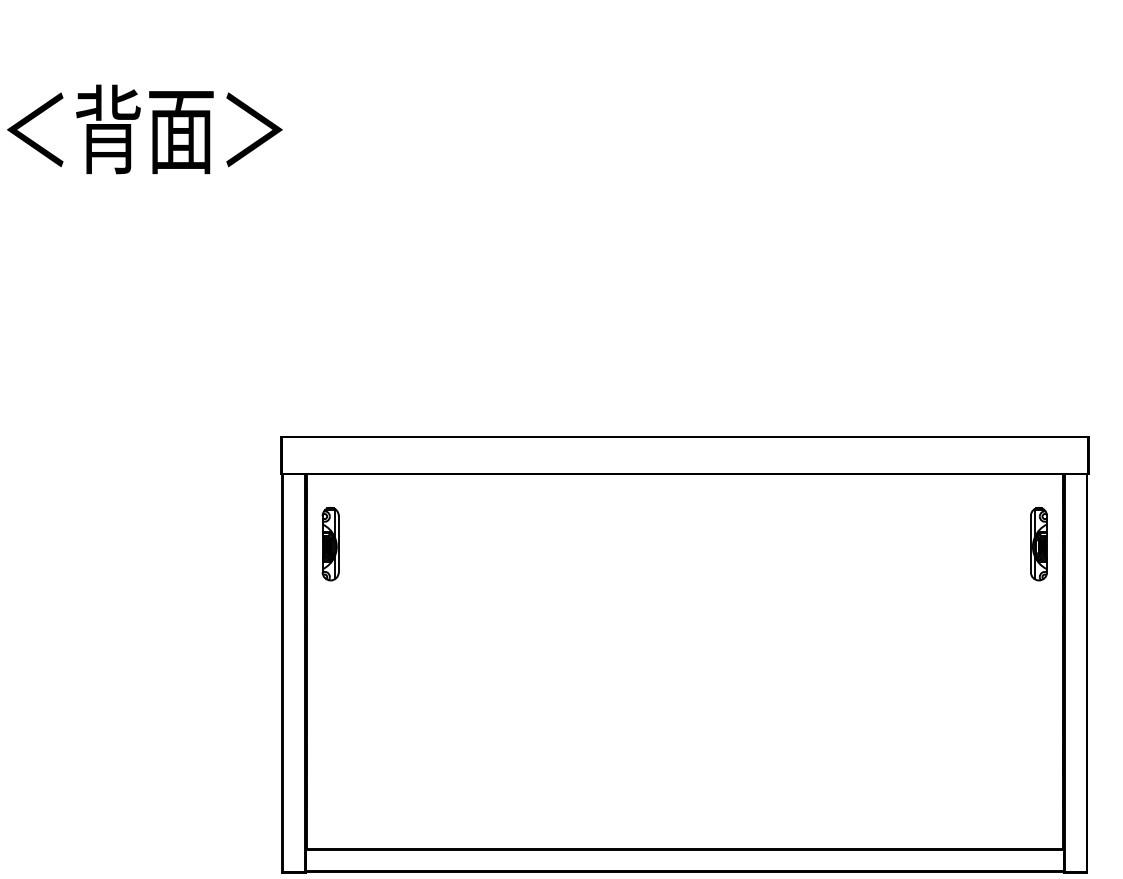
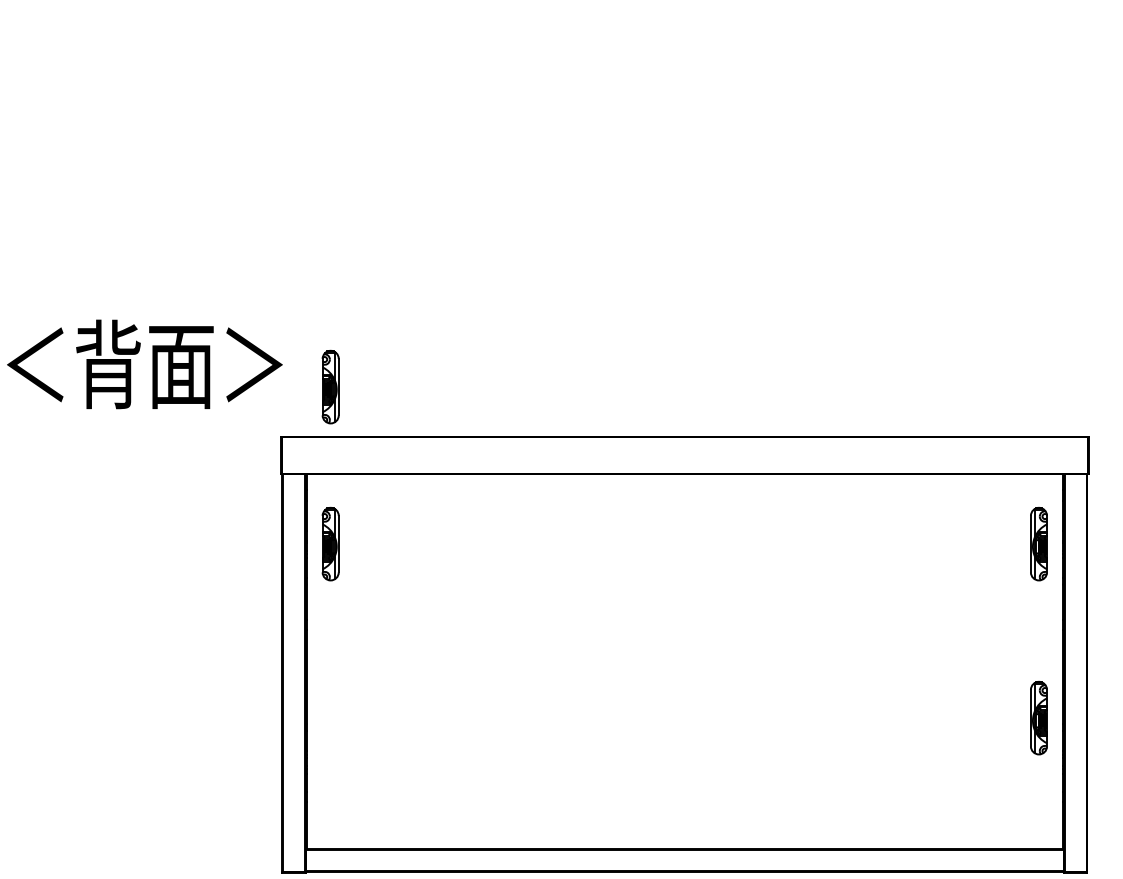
text at (144, 129) position: (144, 129) -> (144, 364)
part at (330, 386): none -> present
part at (1038, 718): none -> present
